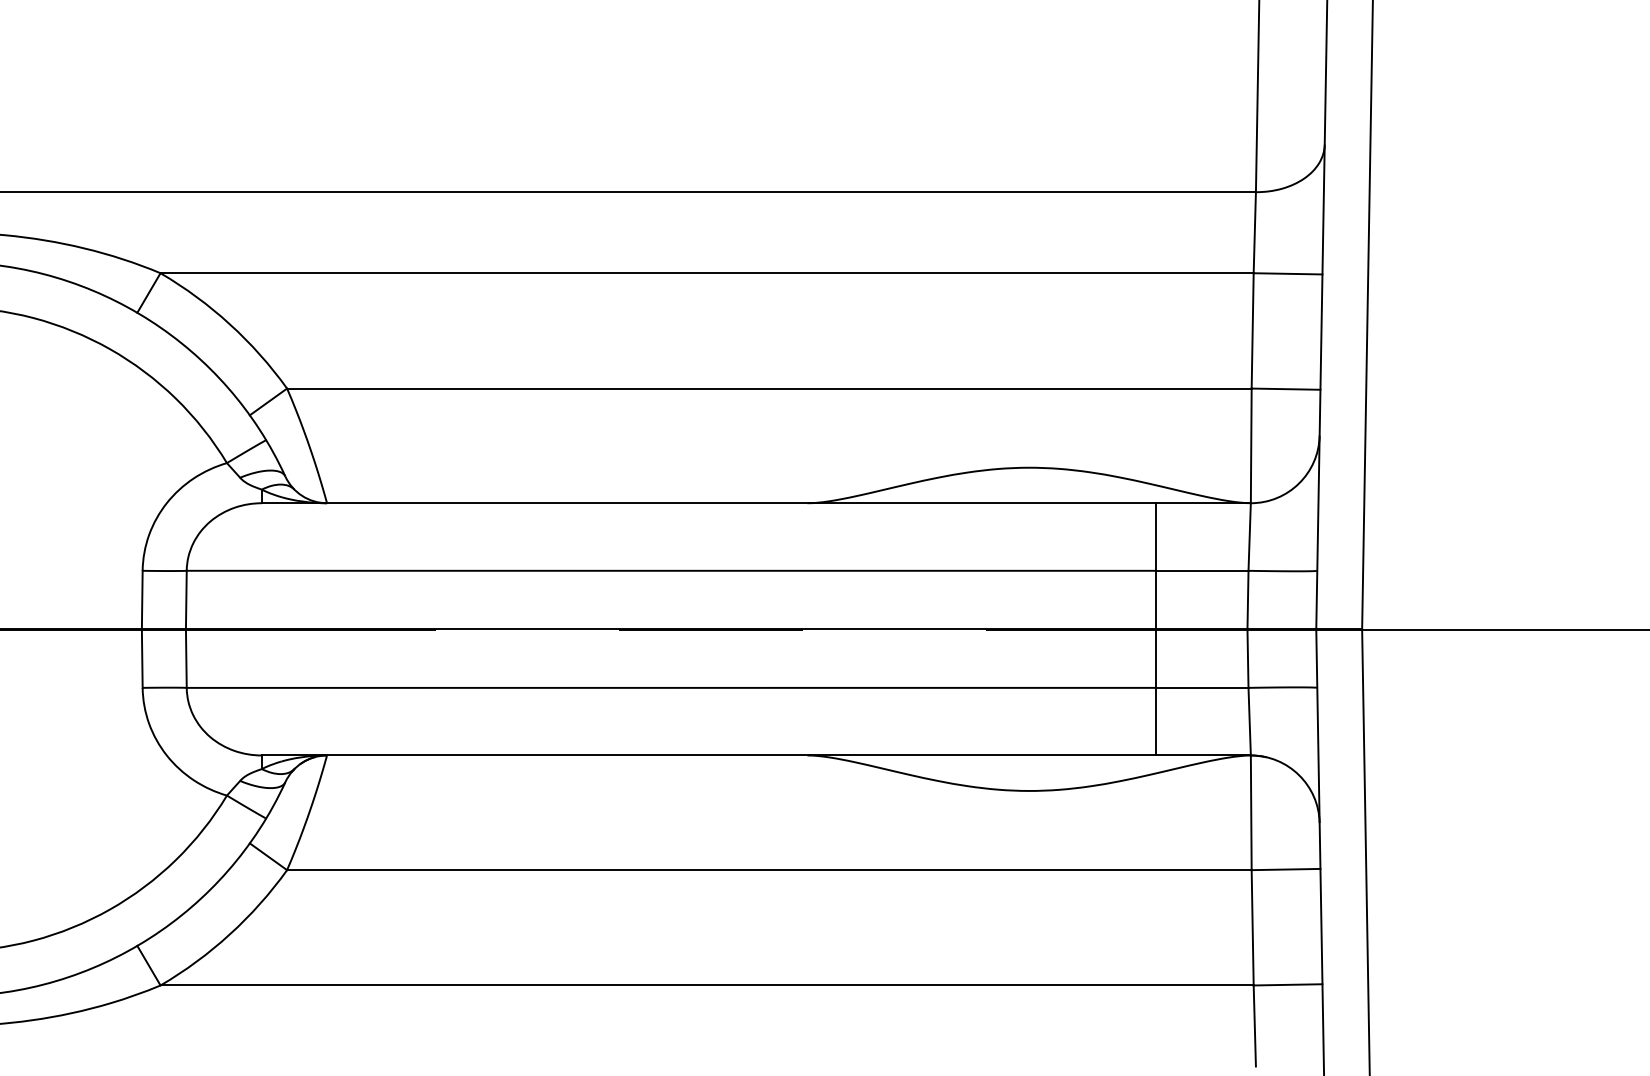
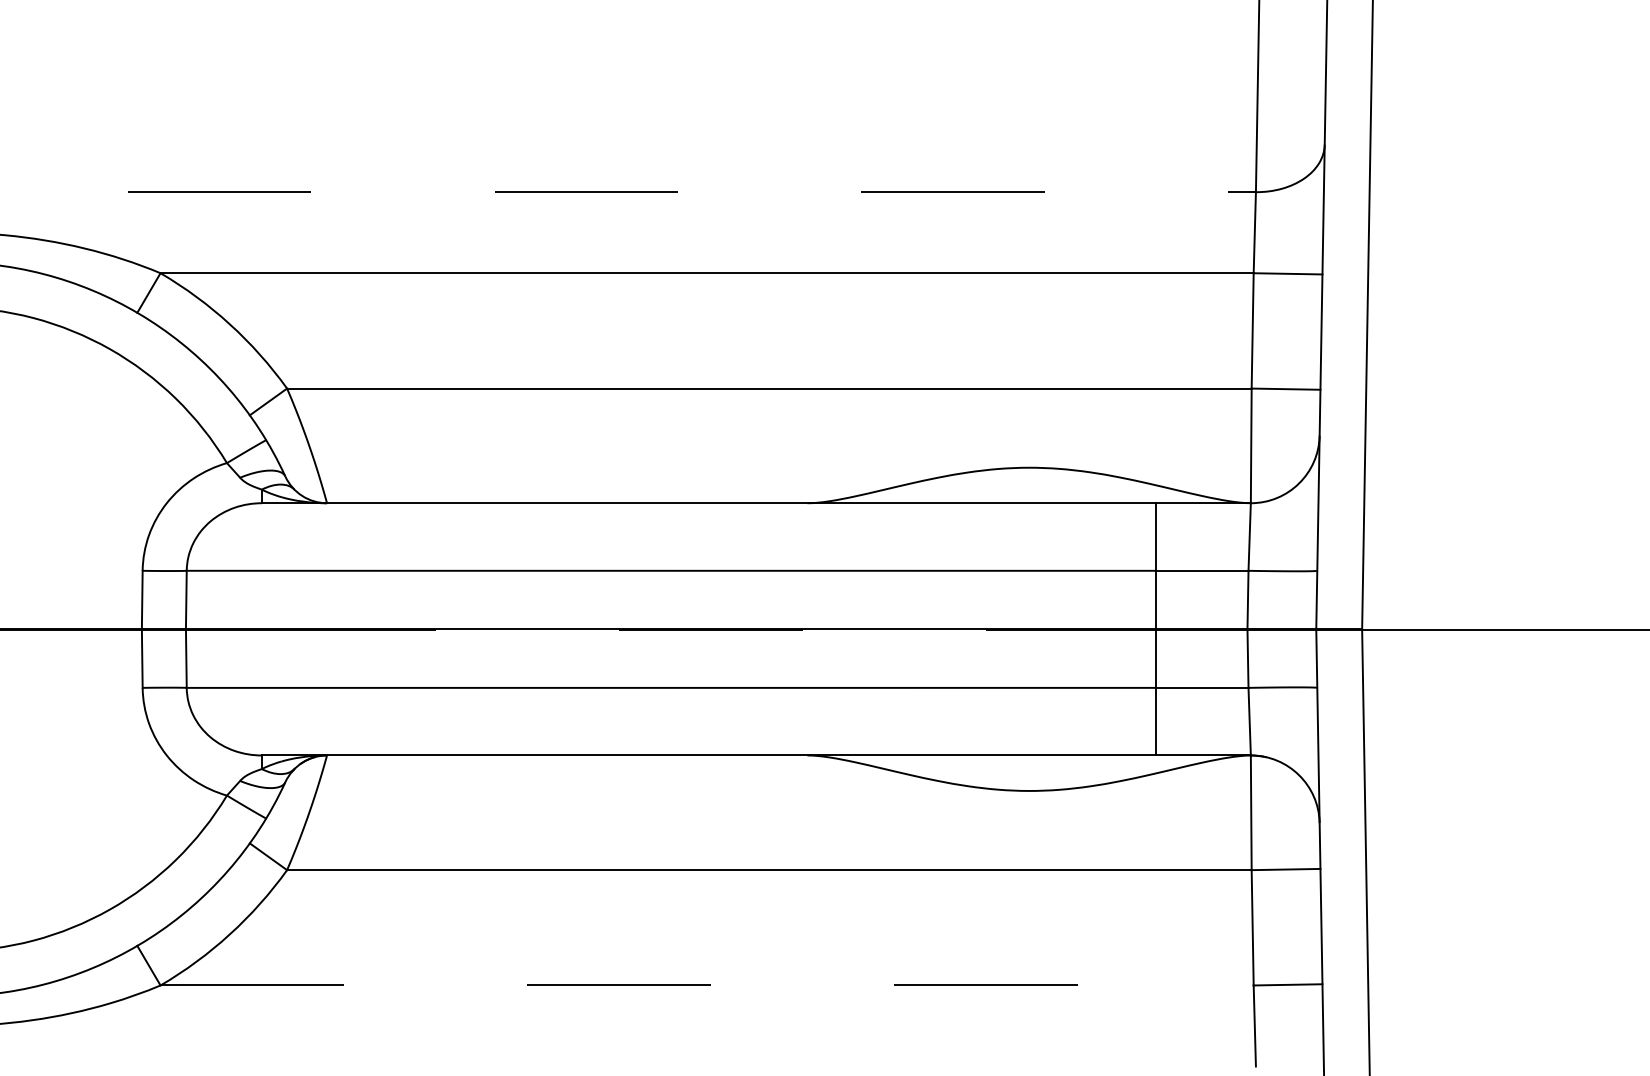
line at (628, 192): solid -> dashed
line at (707, 985): solid -> dashed
